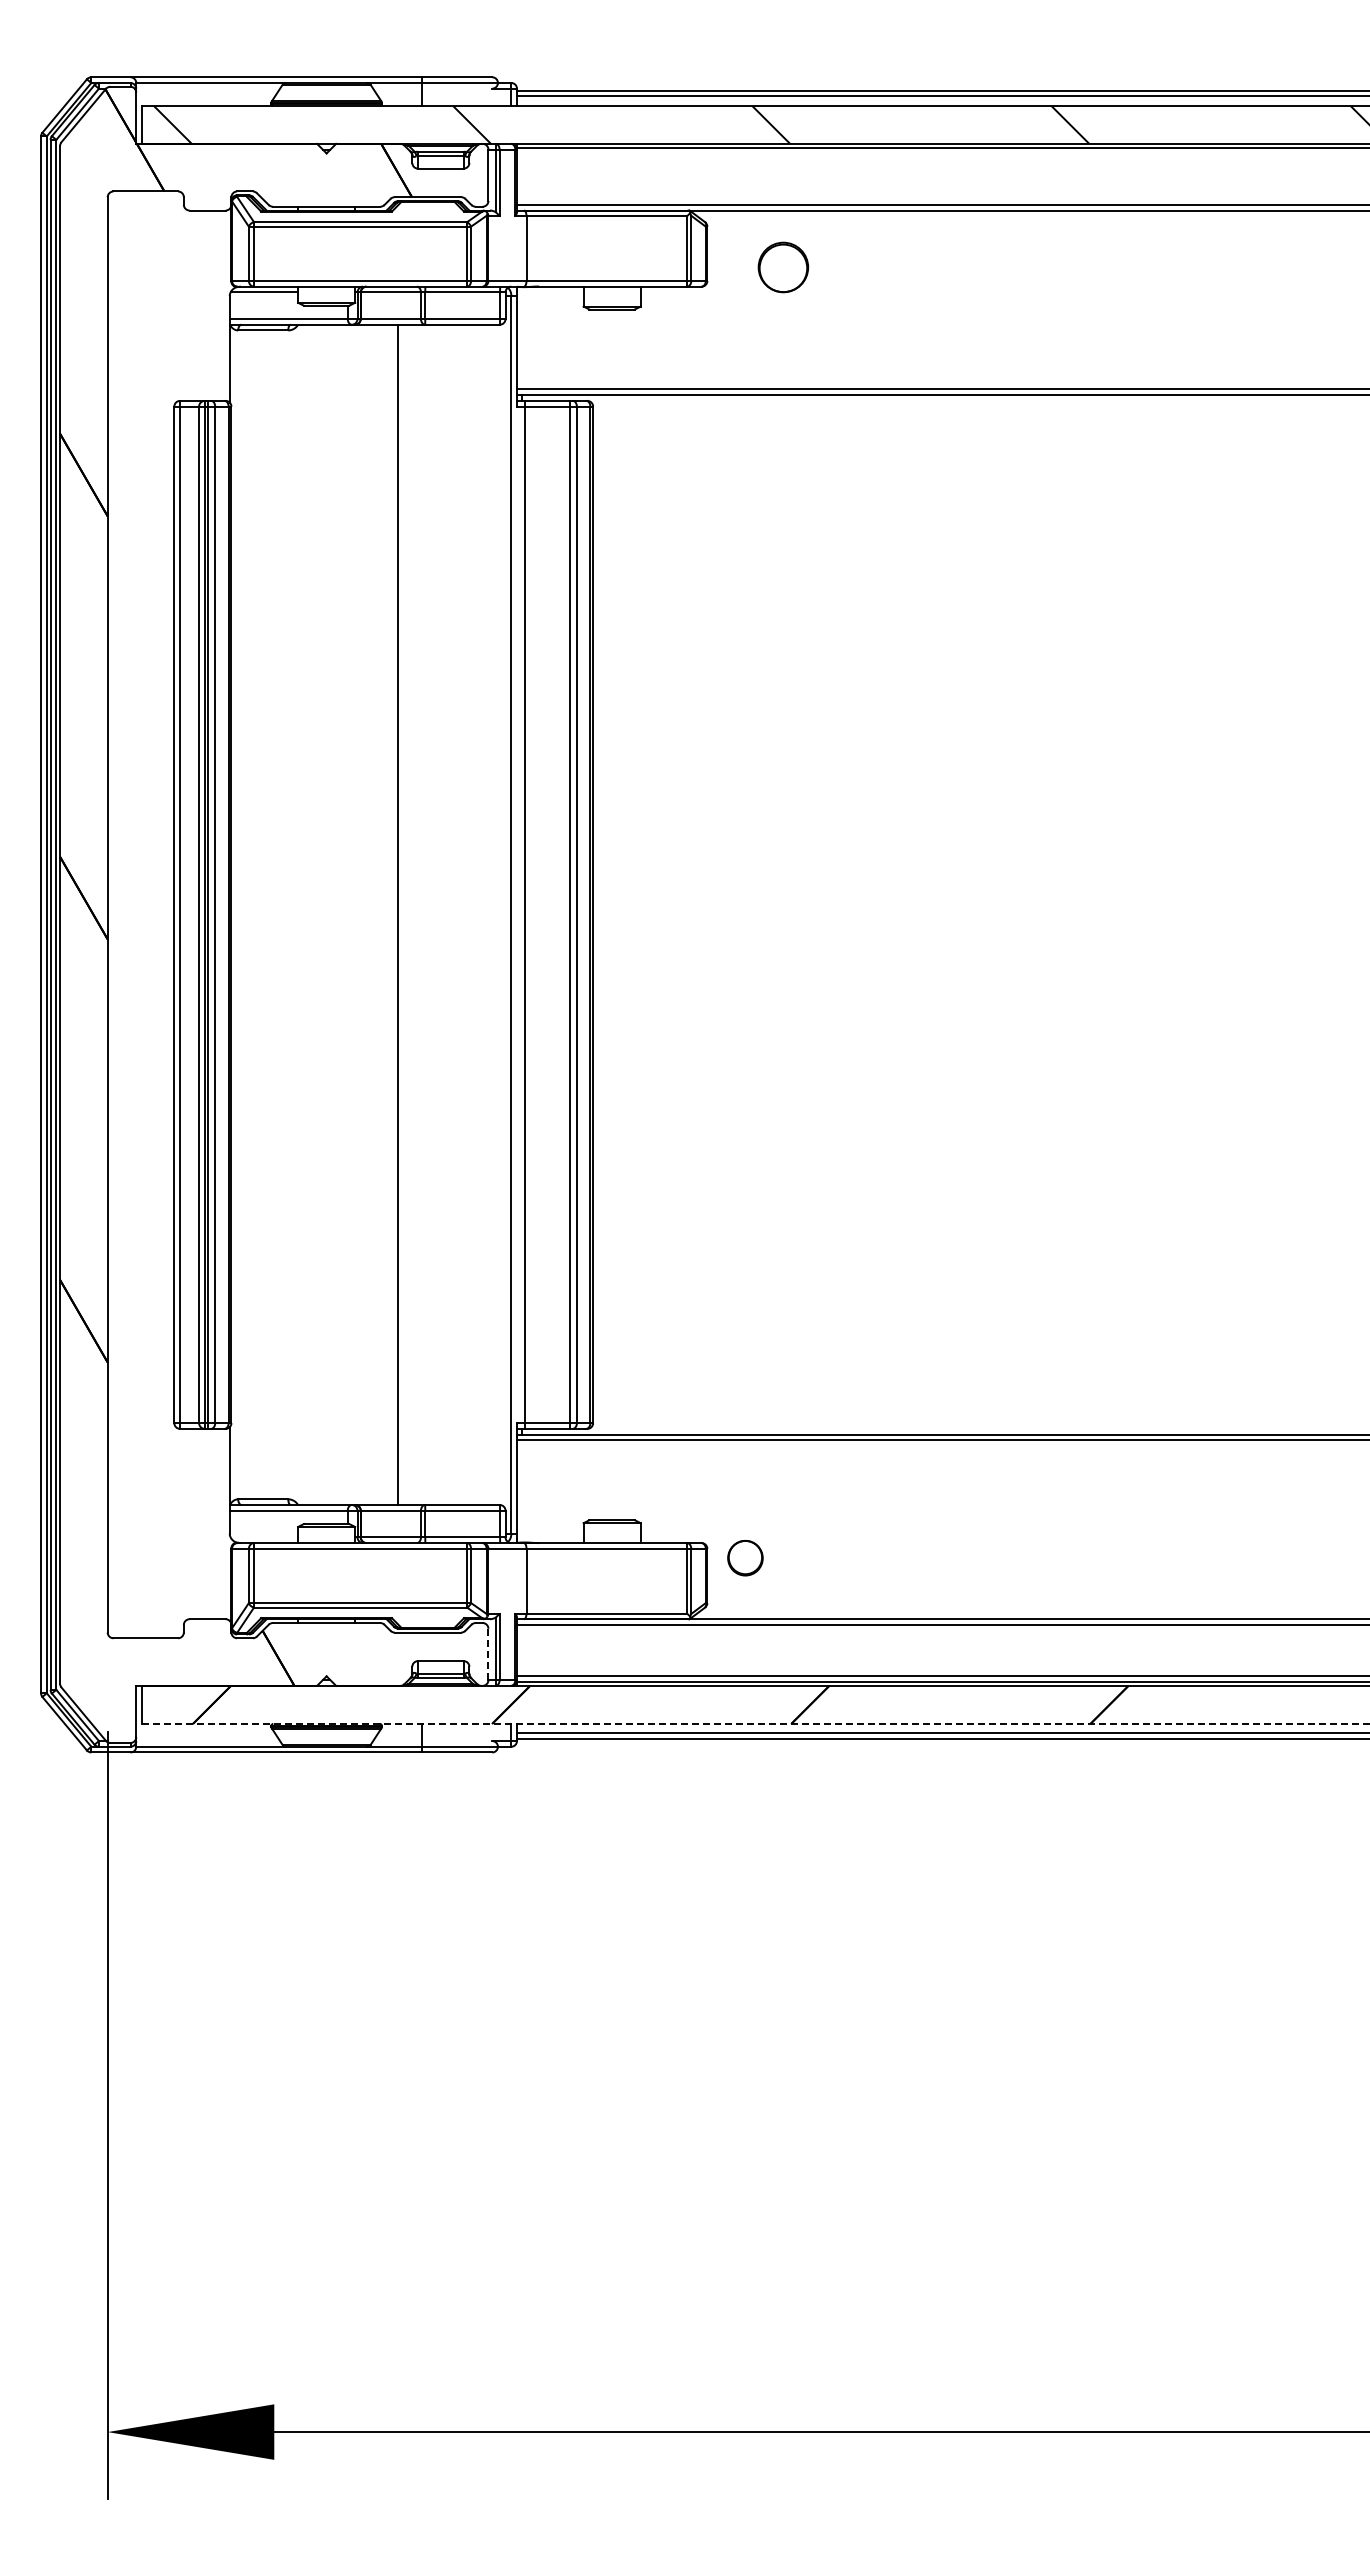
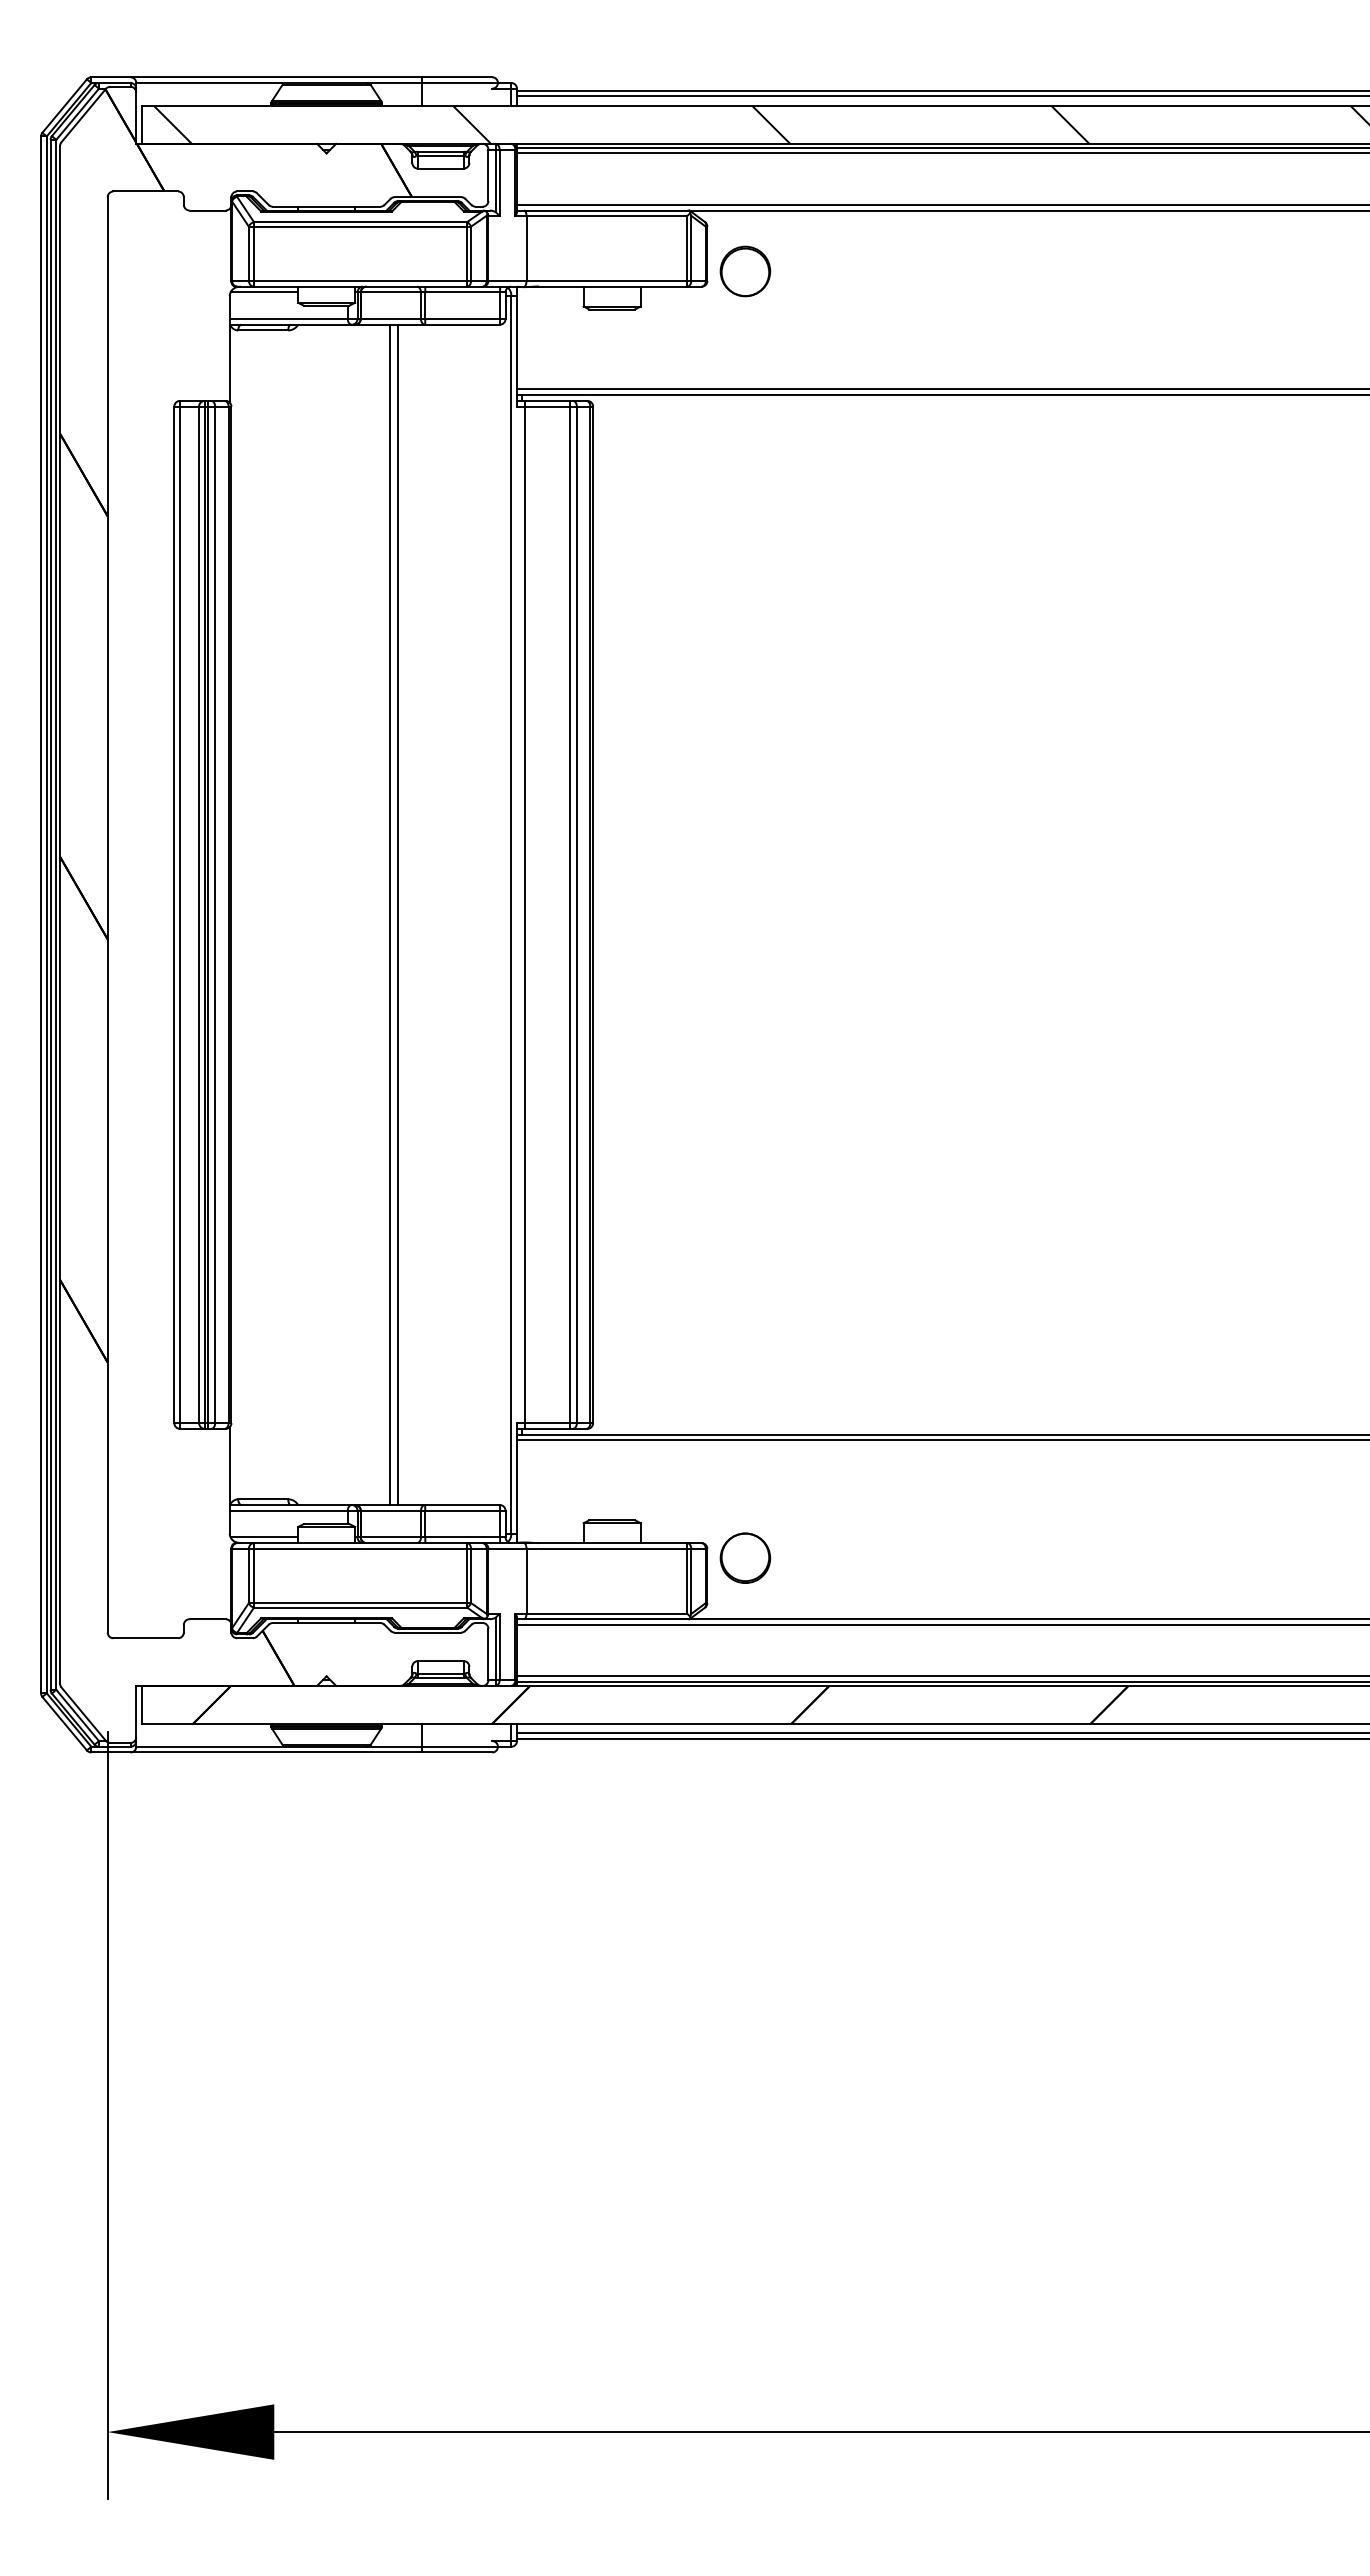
line at (941, 153): none -> present
part at (783, 267) position: (783, 267) -> (745, 271)
line at (389, 914): none -> present
line at (264, 1537): none -> present
part at (745, 1558) size: 37x37 px -> 53x52 px
line at (488, 1654): dashed -> solid
line at (755, 1723): dashed -> solid
